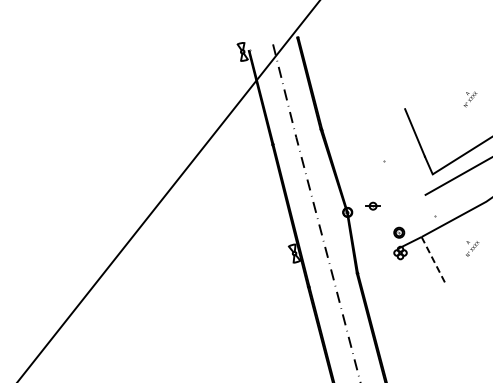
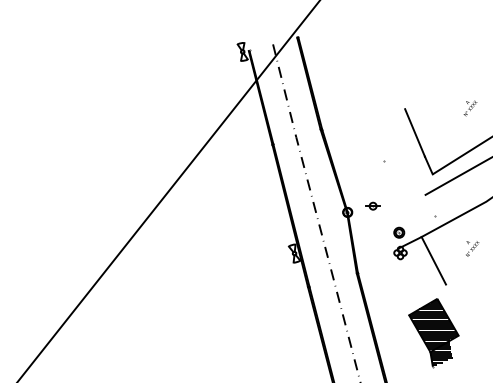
text at (470, 99) position: (470, 99) -> (470, 108)
line at (433, 260): dashed -> solid
part at (433, 333): none -> present
